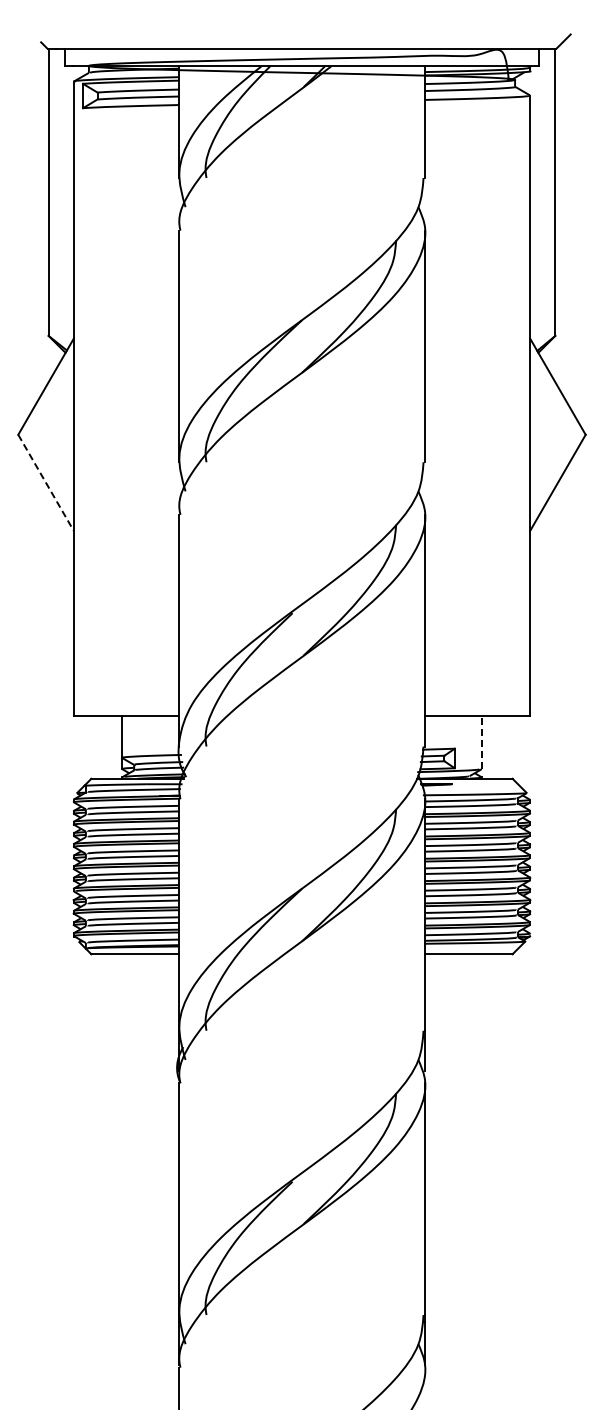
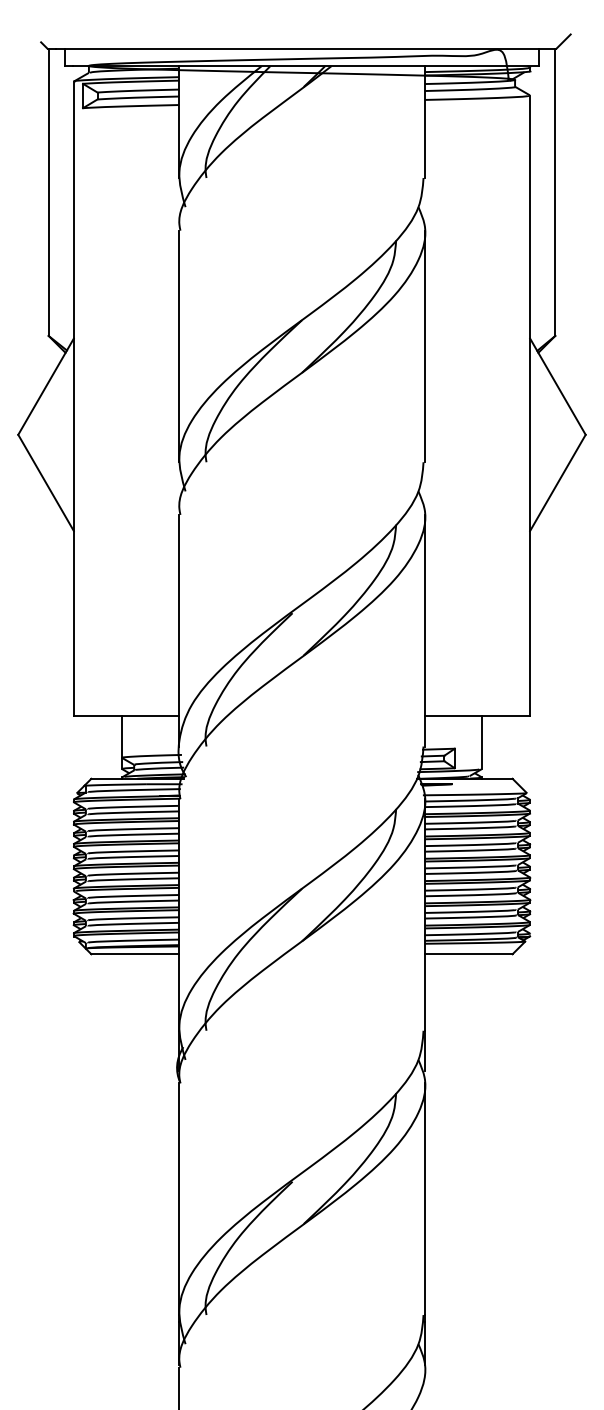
line at (46, 482): dashed -> solid
line at (481, 742): dashed -> solid
